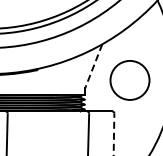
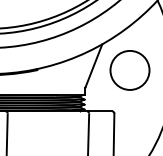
line at (94, 65): dashed -> solid
circle at (129, 80) position: (129, 80) -> (129, 70)
line at (114, 134): dashed -> solid
